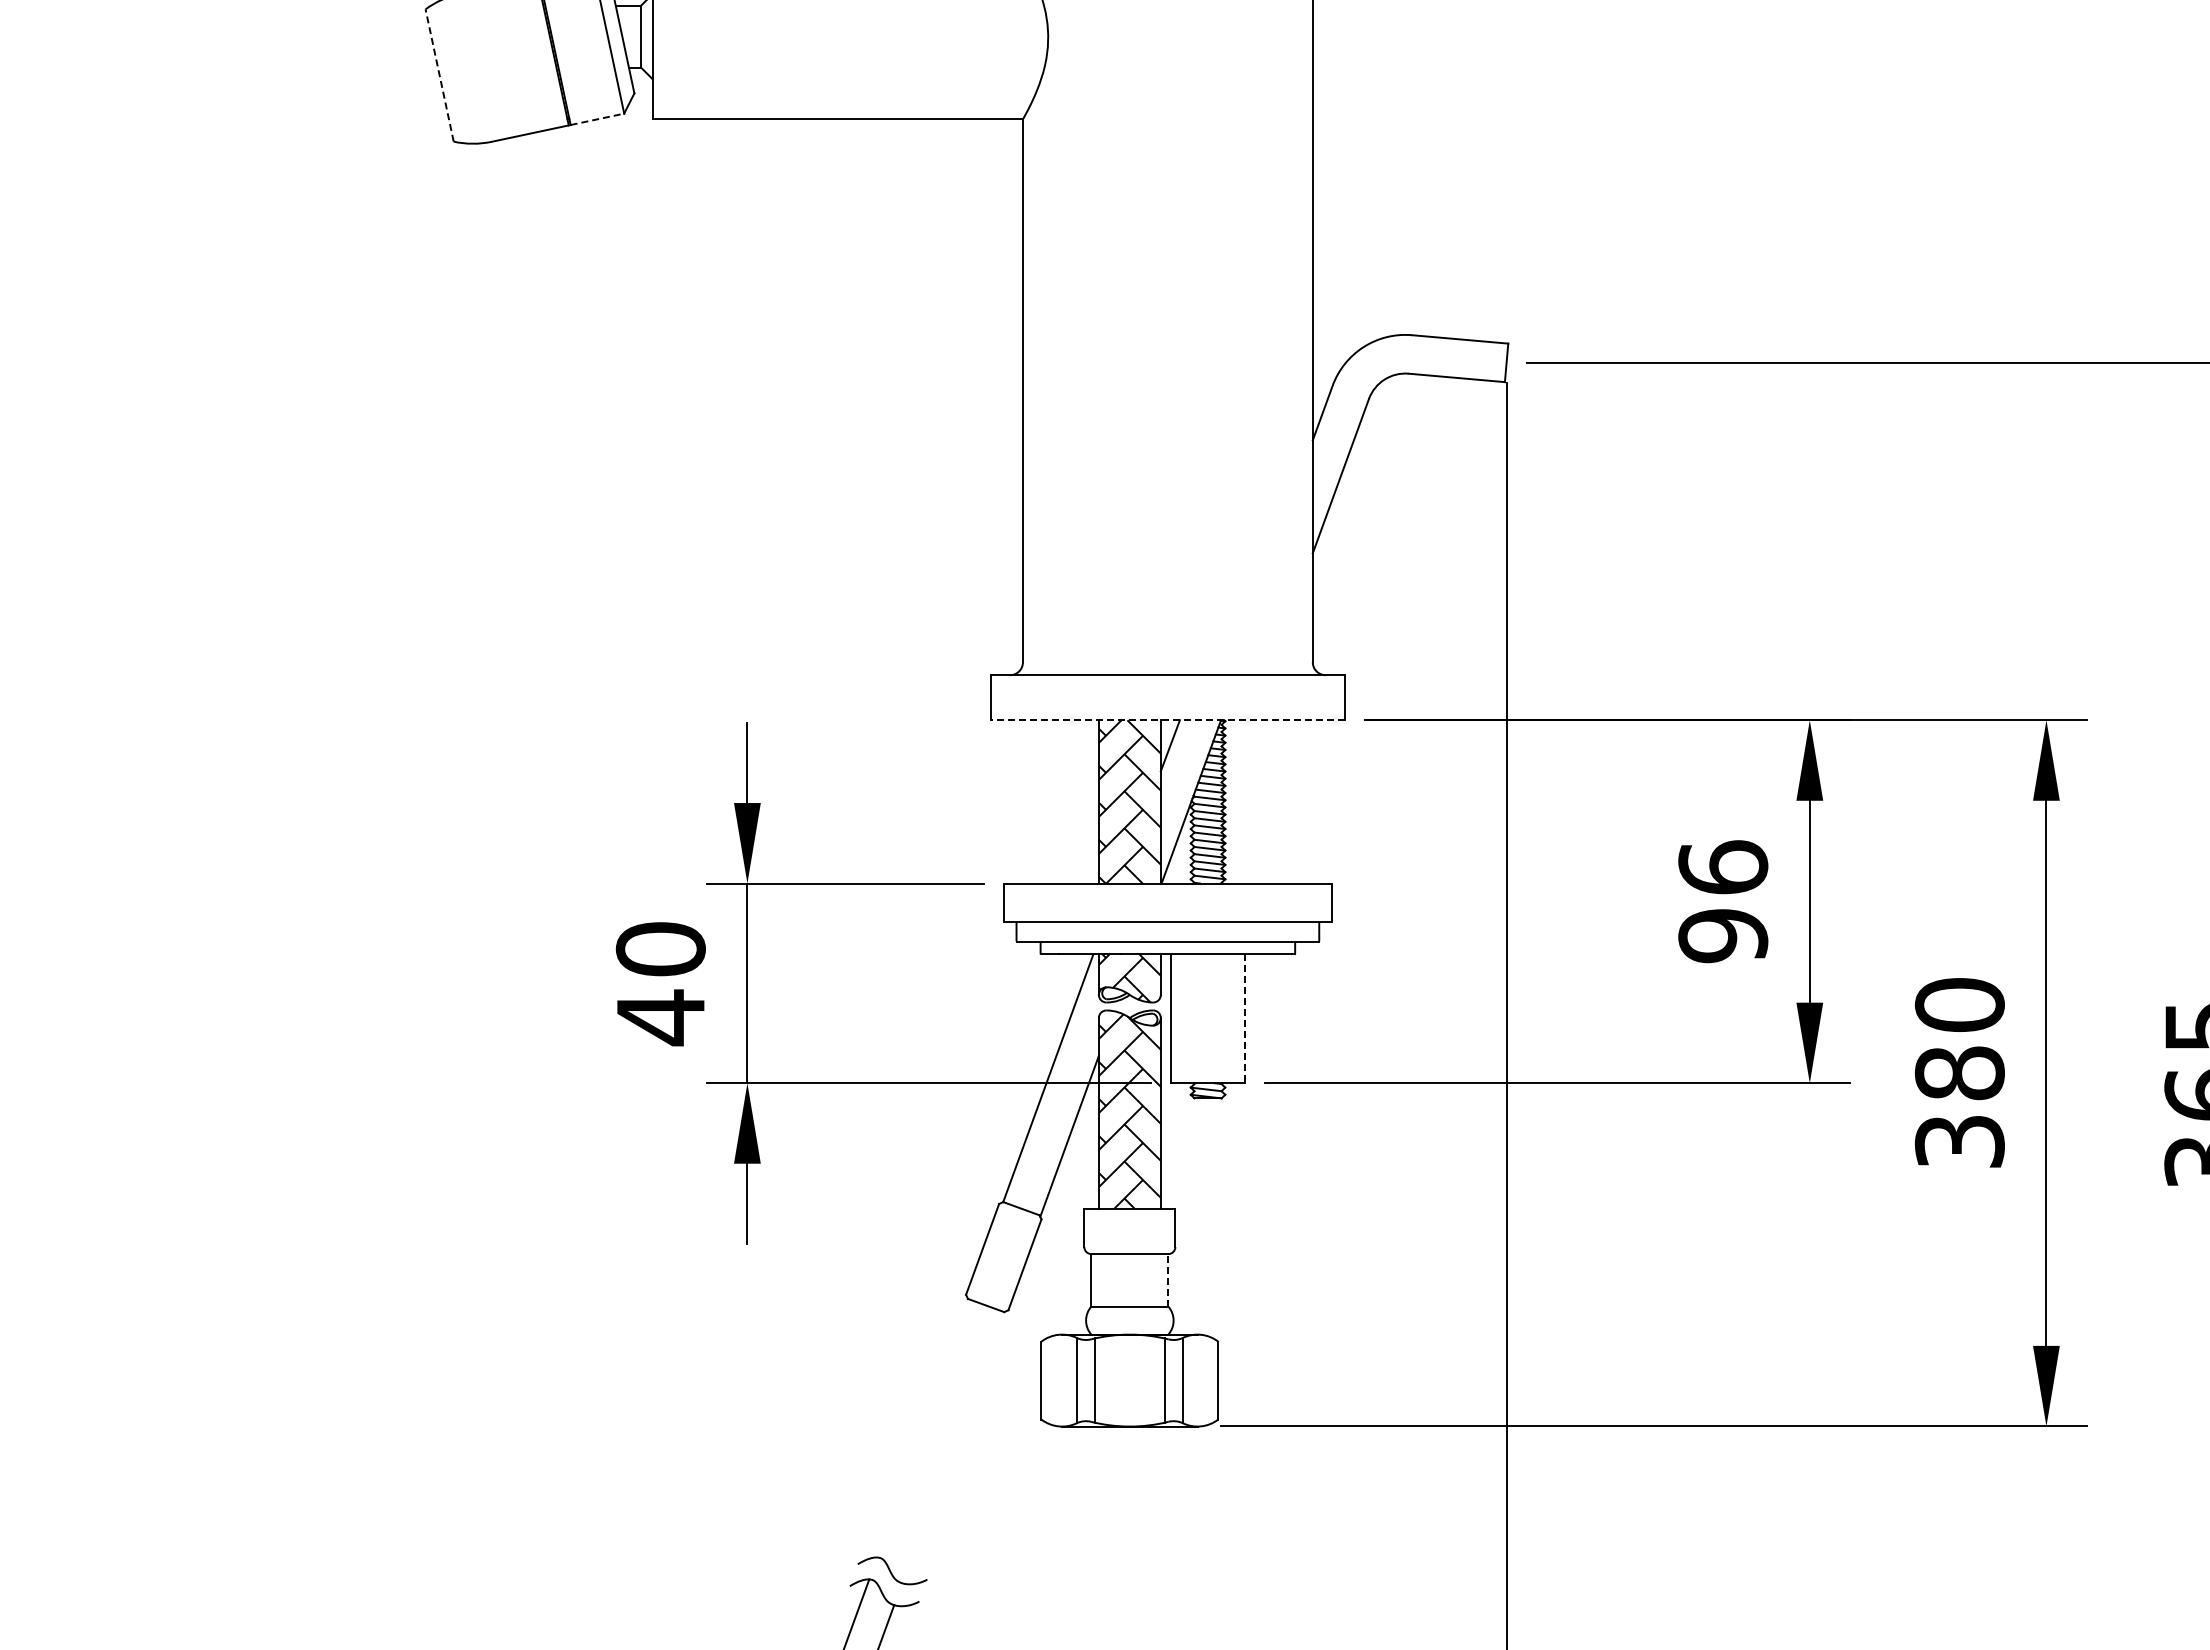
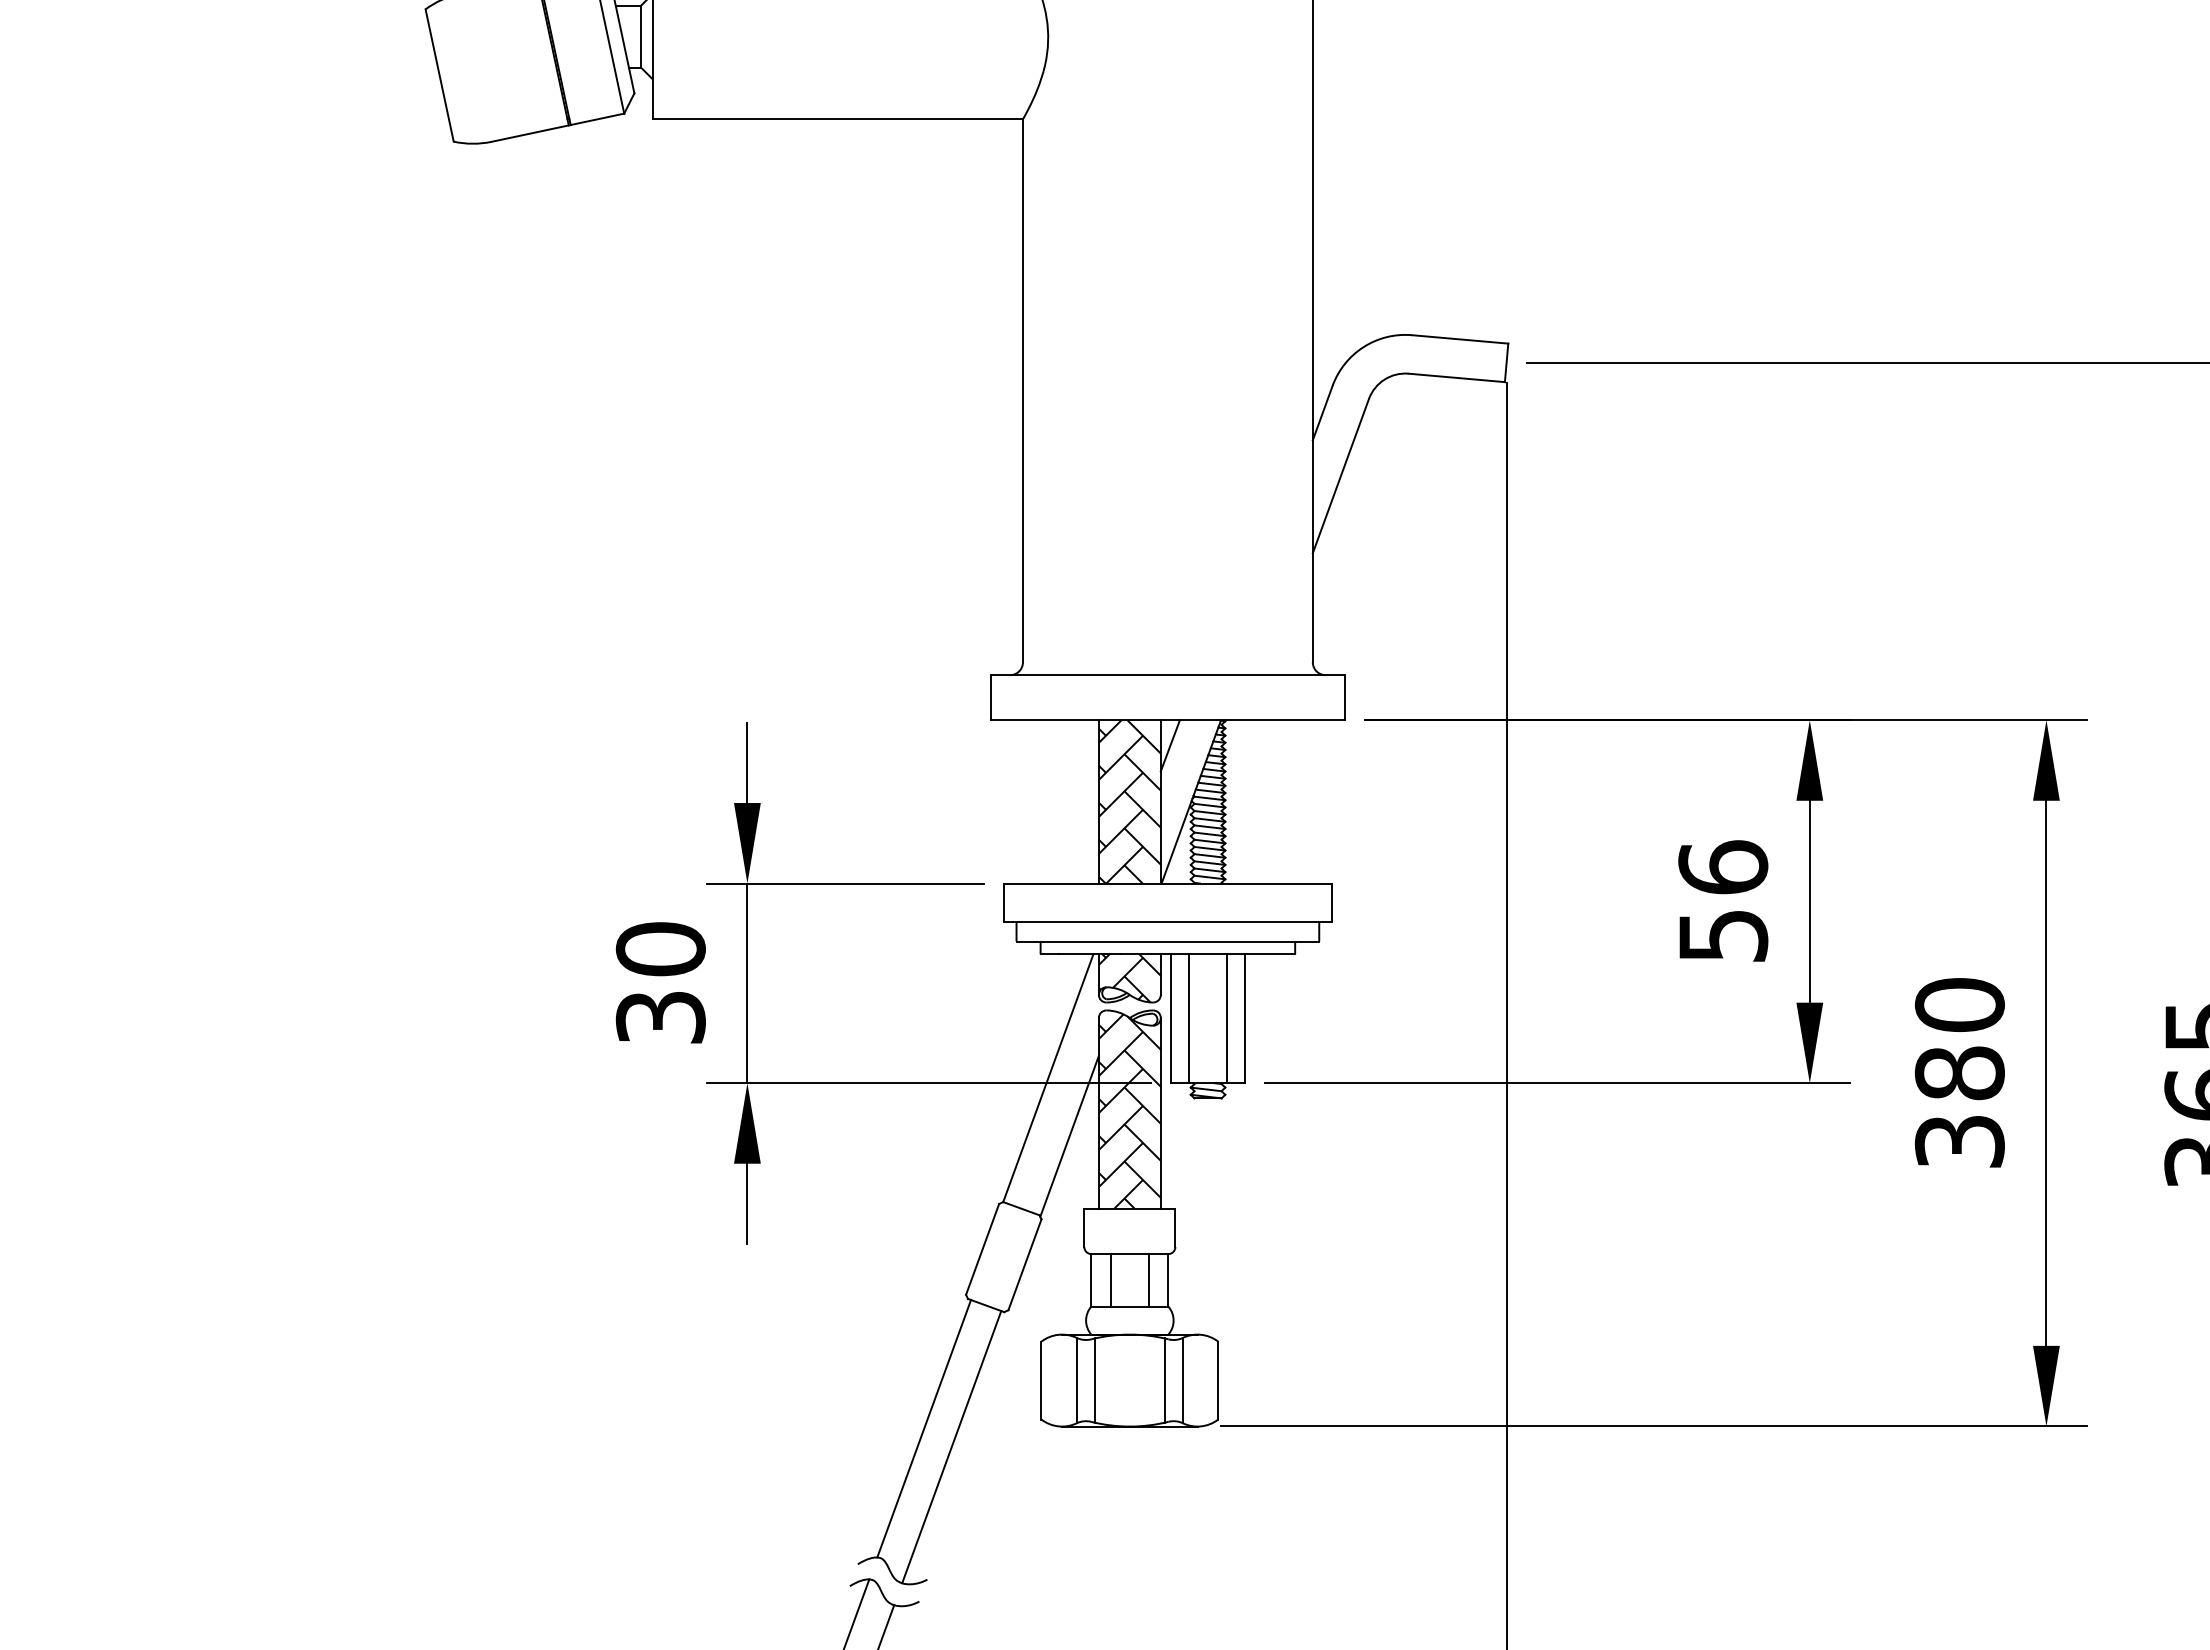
line at (439, 75): dashed -> solid
line at (597, 119): dashed -> solid
line at (1167, 720): dashed -> solid
text at (1723, 936): 96 -> 56
text at (660, 1017): 40 -> 30
line at (1189, 1018): none -> present
line at (1226, 1018): none -> present
line at (1245, 1019): dashed -> solid
line at (1168, 1279): dashed -> solid
line at (1110, 1280): none -> present
line at (1149, 1280): none -> present
line at (924, 1428): none -> present
line at (951, 1447): none -> present
